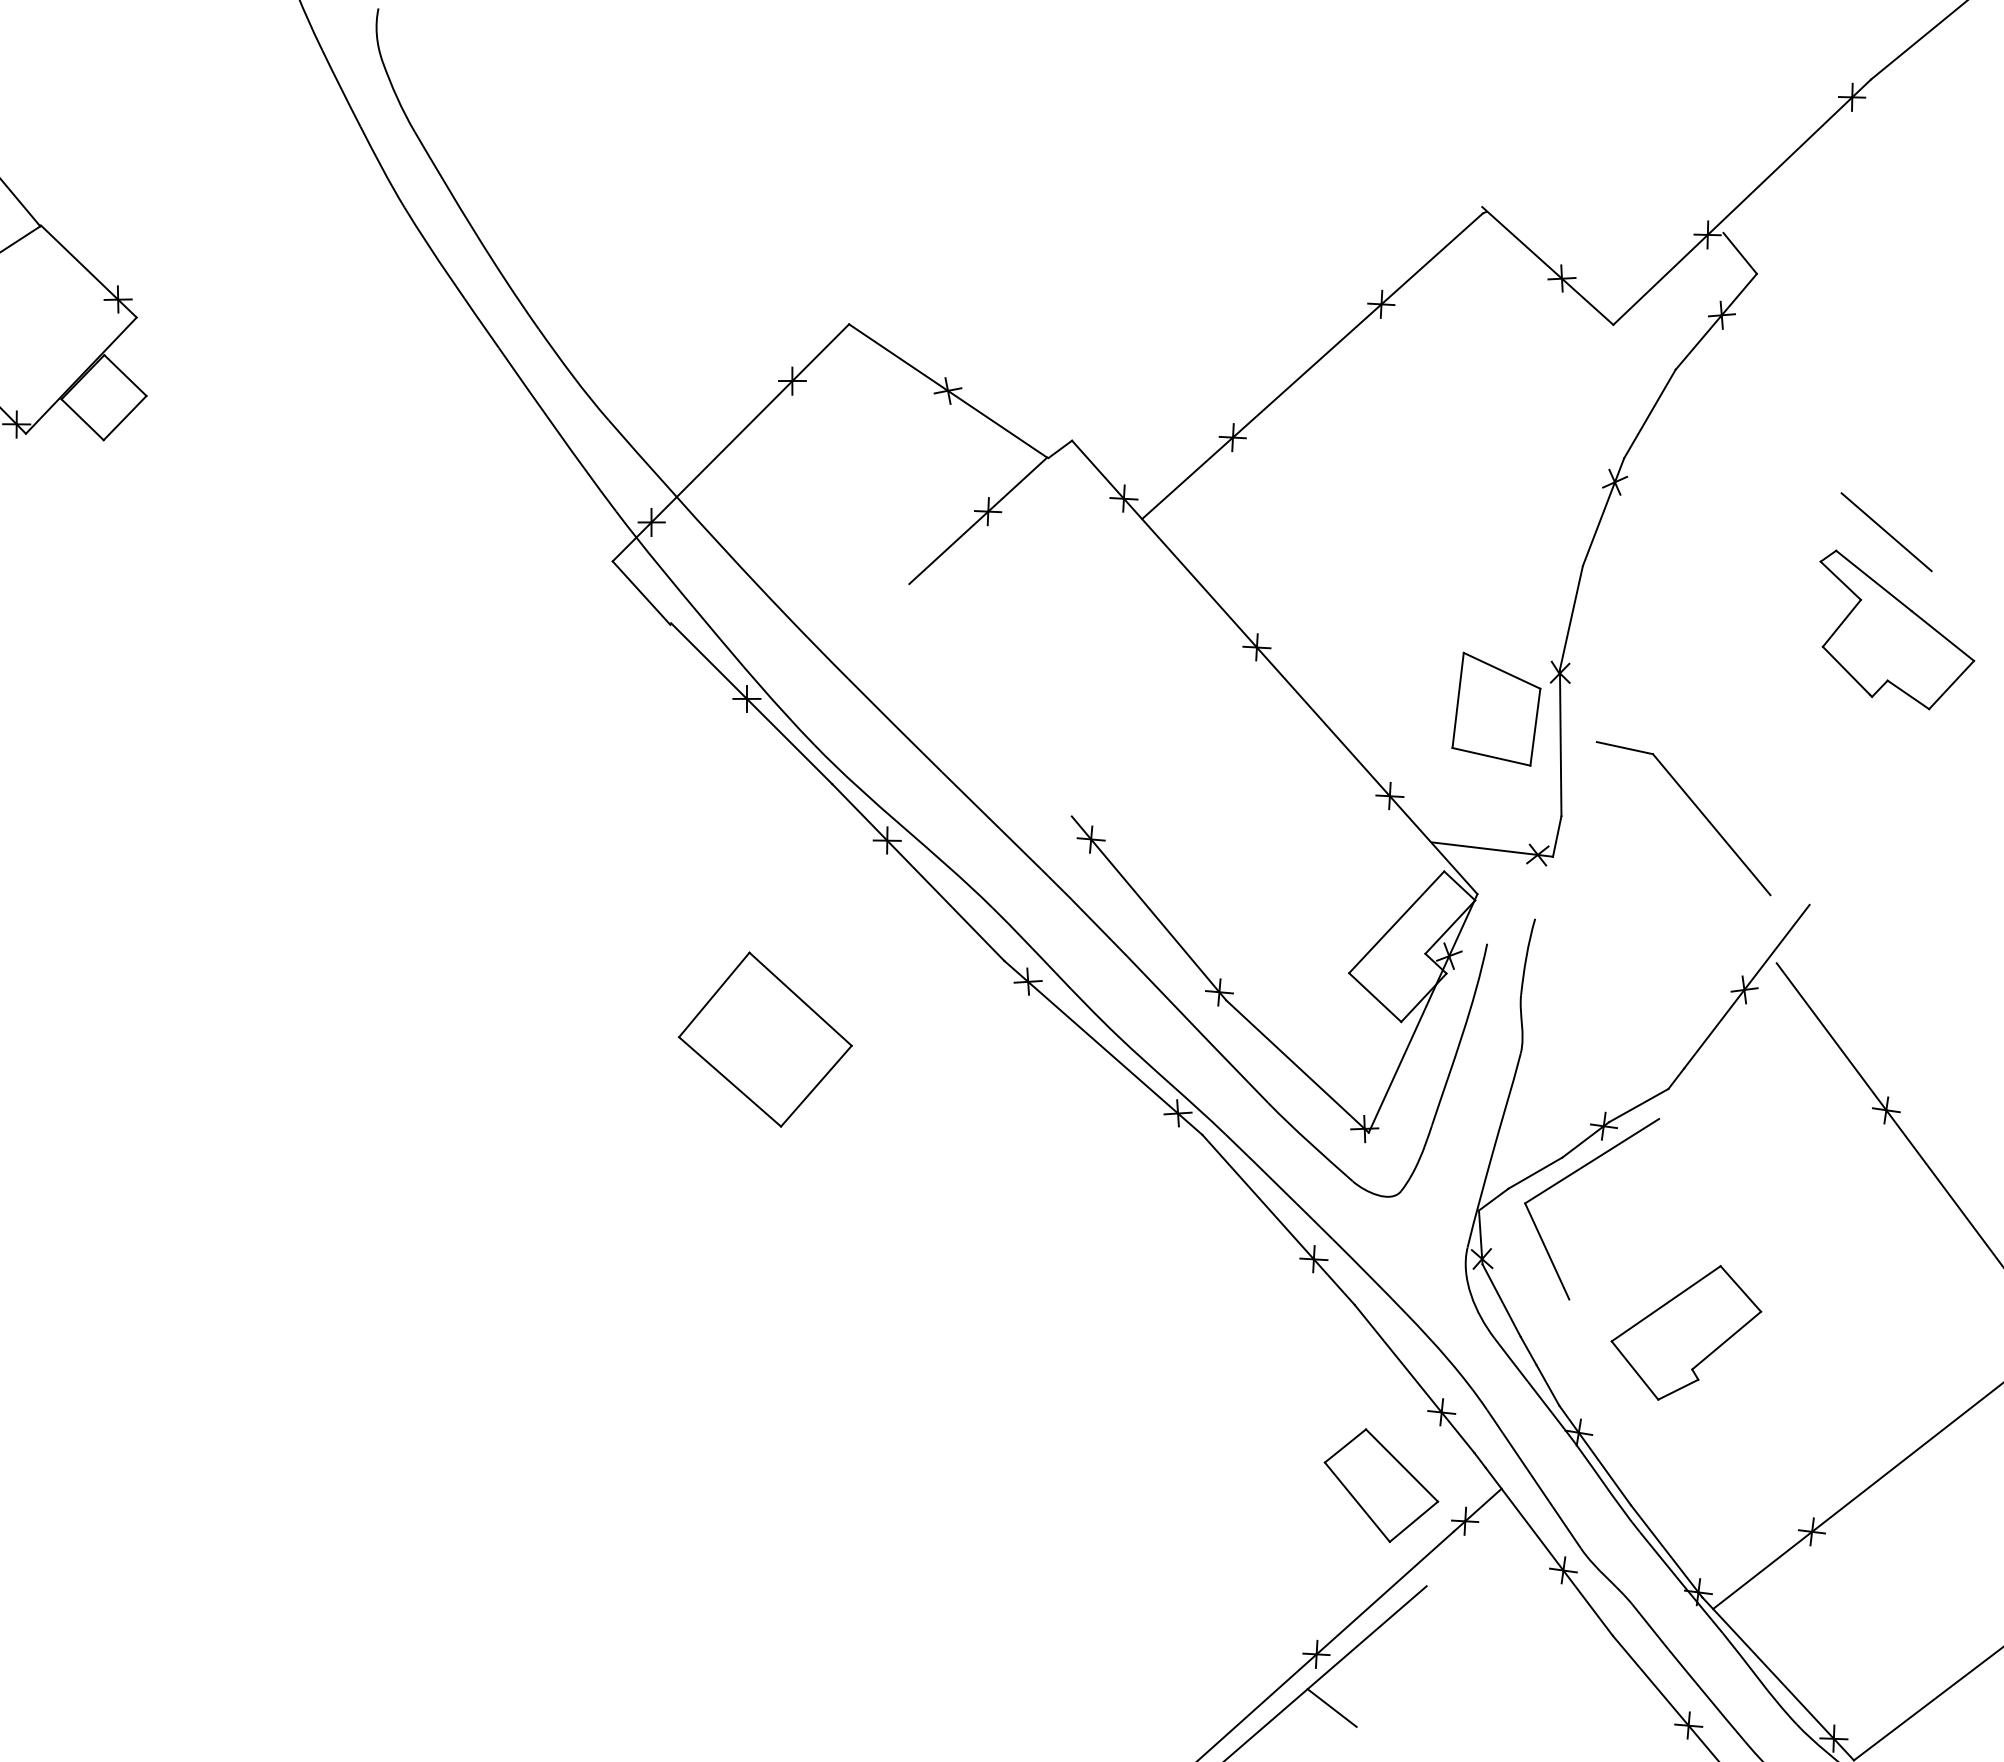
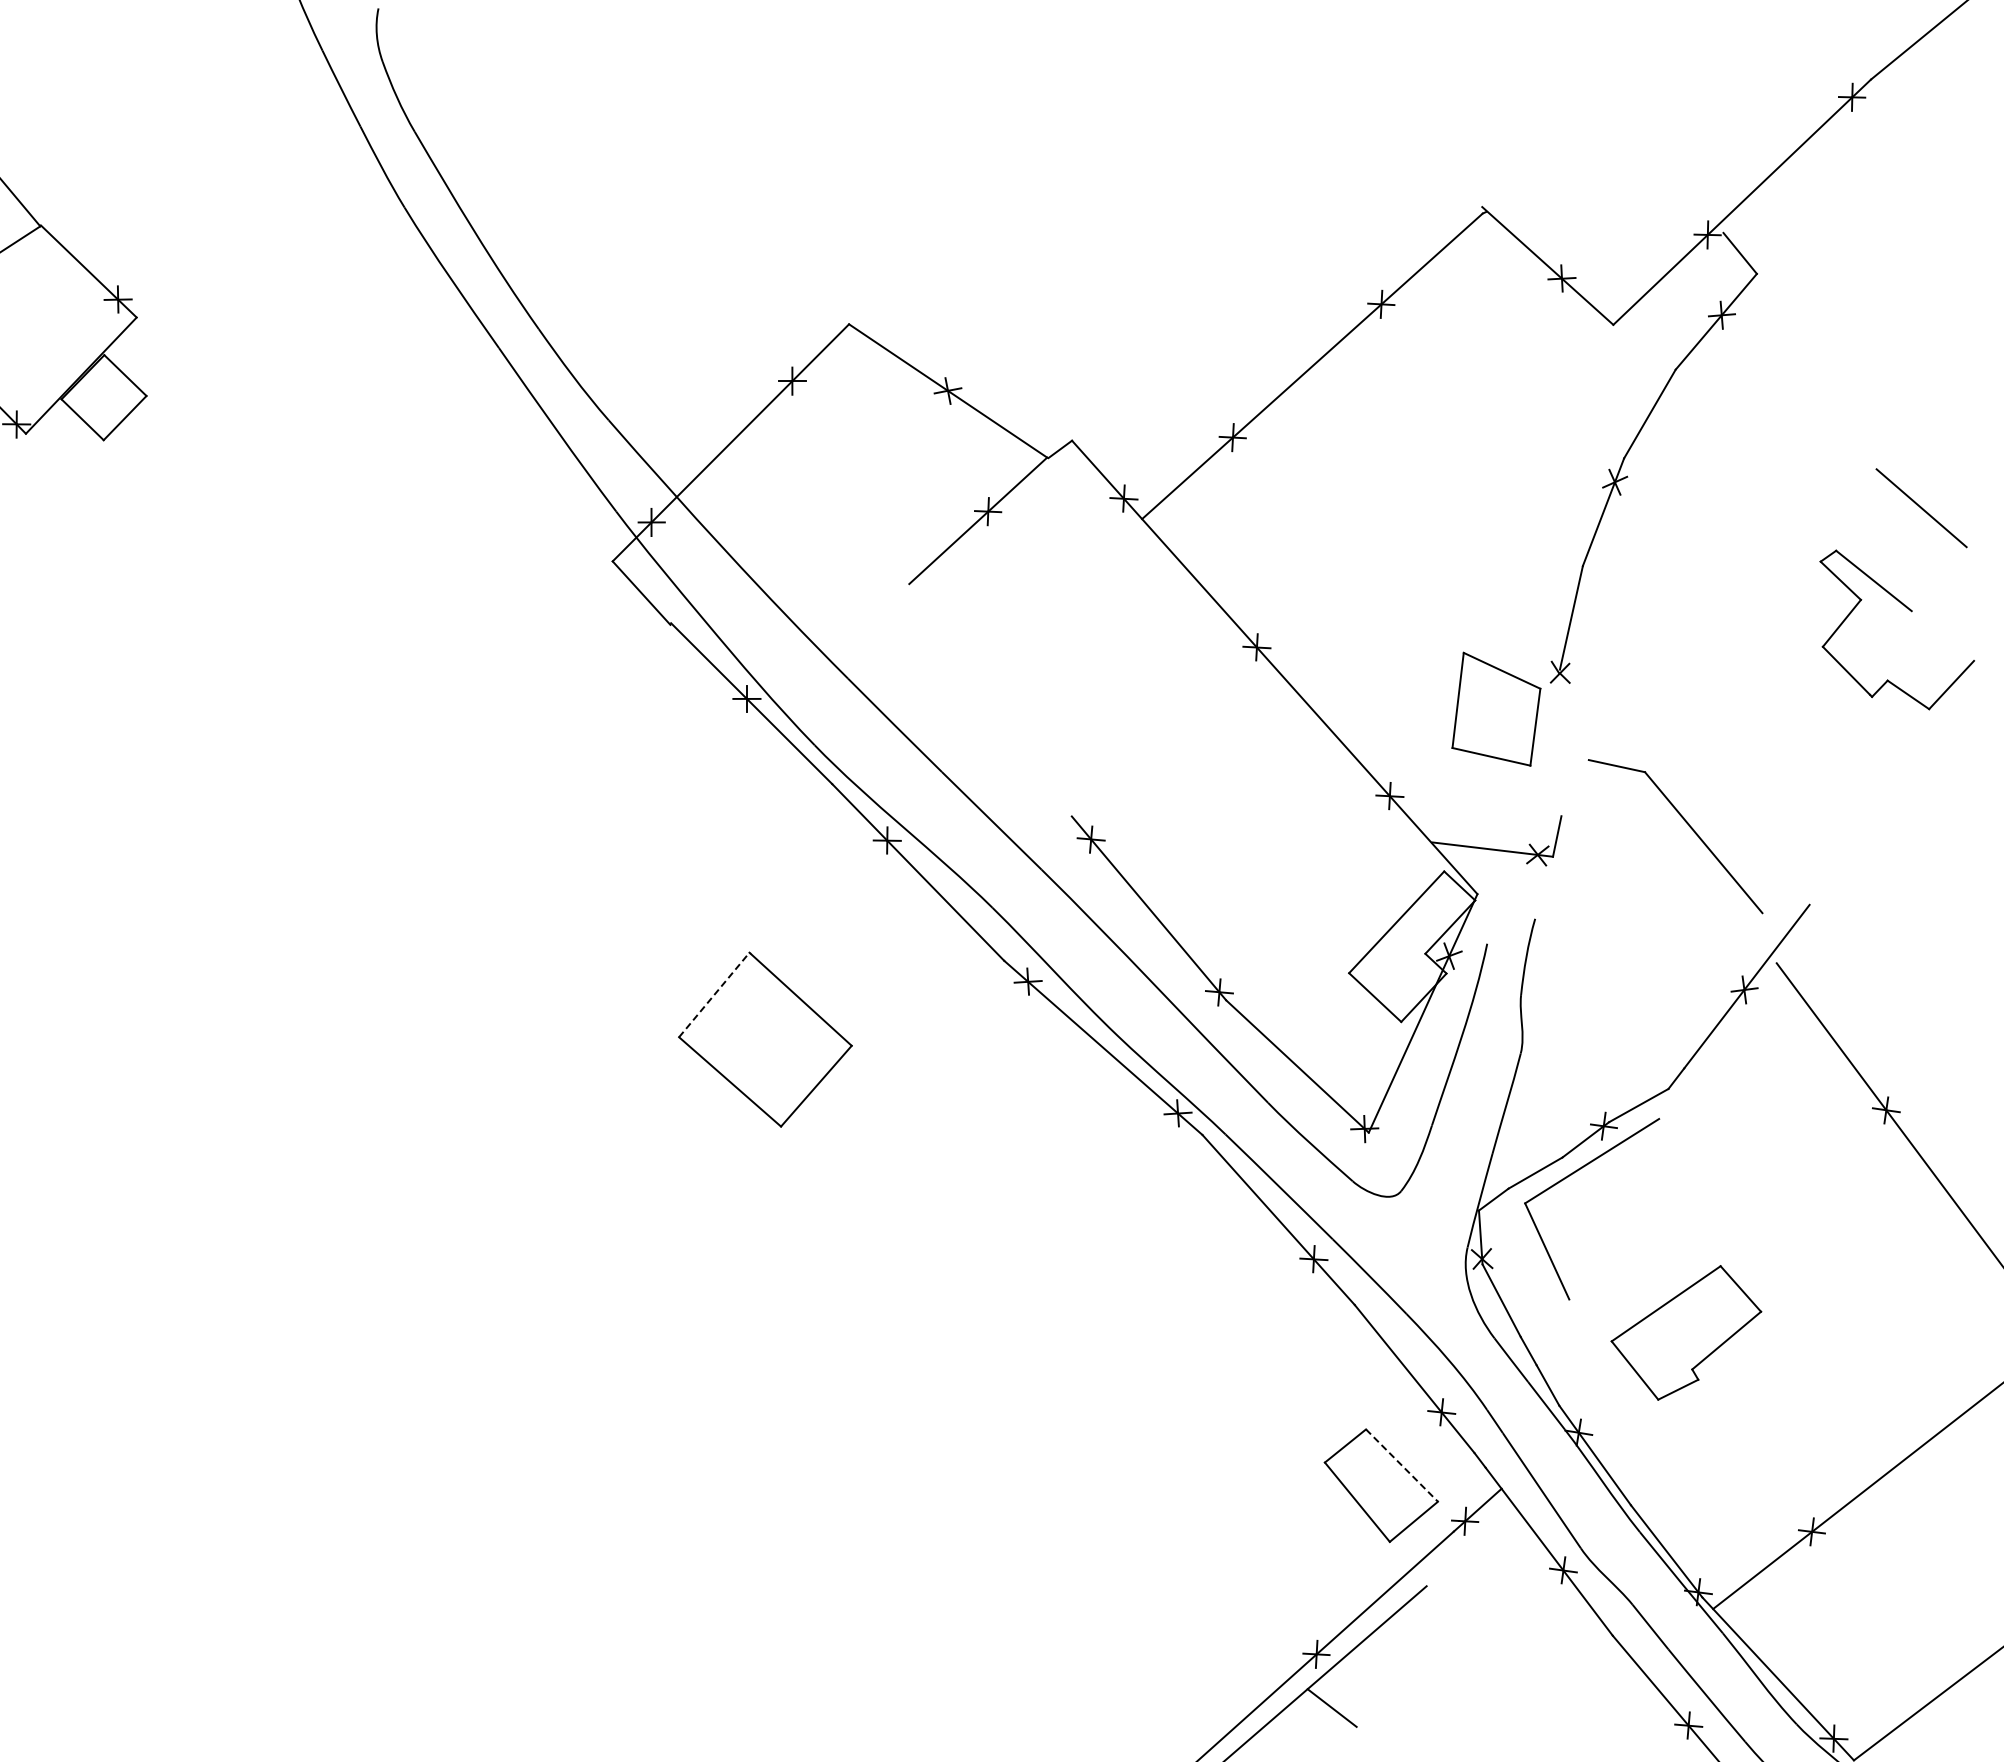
line at (1886, 532) position: (1886, 532) -> (1921, 508)
line at (1942, 635): present -> none
line at (1560, 742): present -> none
part at (1697, 809) position: (1697, 809) -> (1689, 827)
line at (714, 994): solid -> dashed
line at (1402, 1465): solid -> dashed
